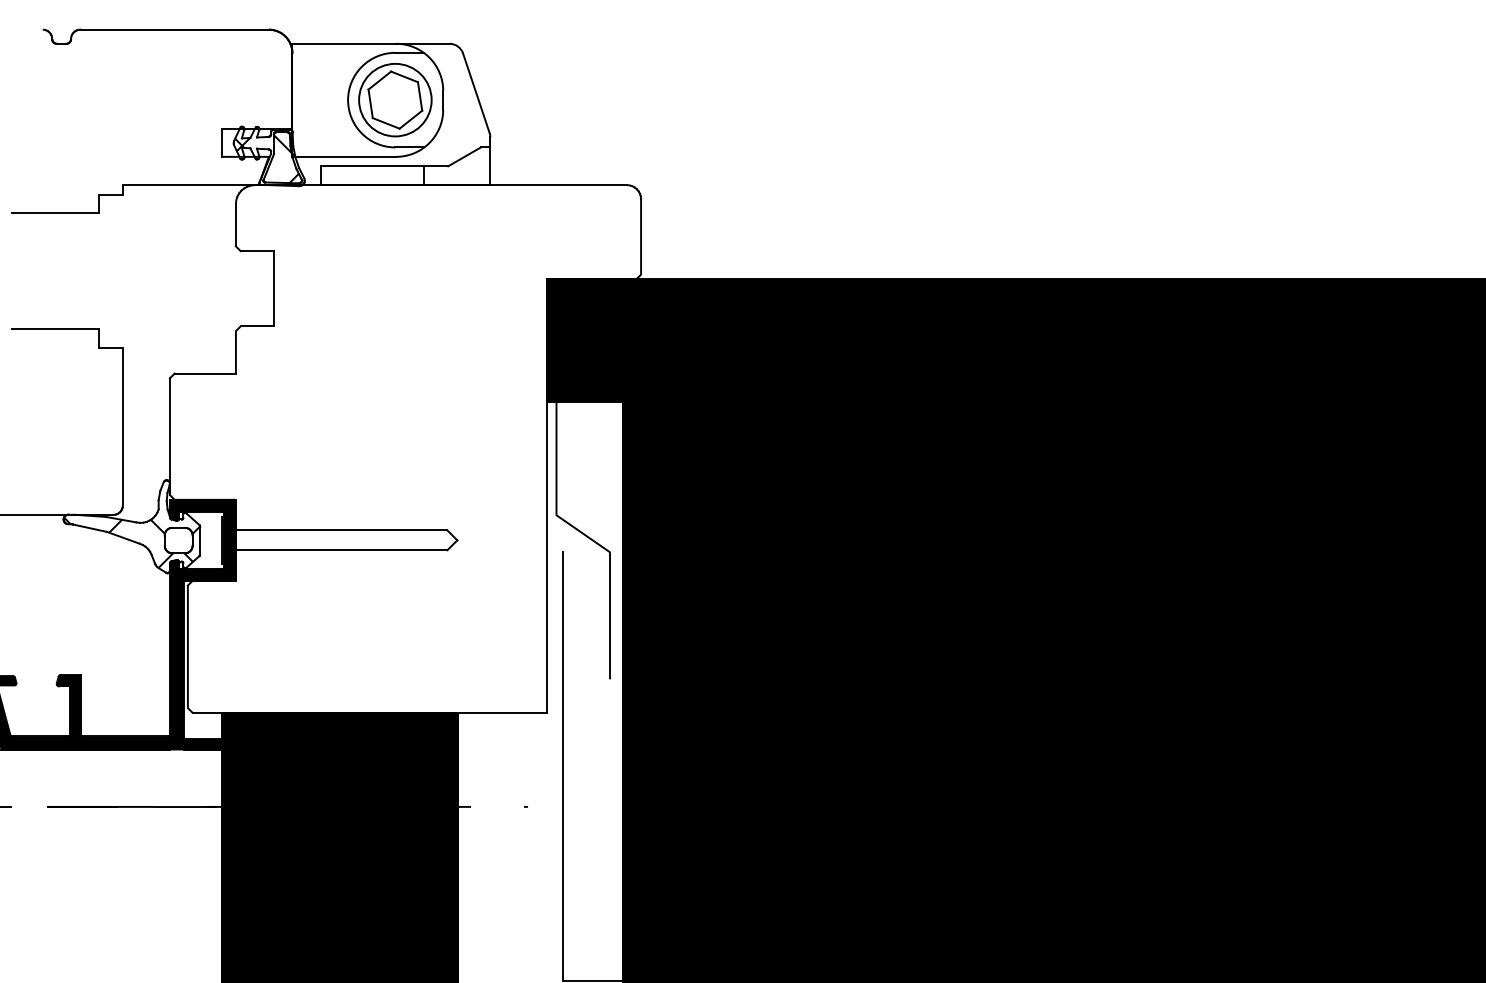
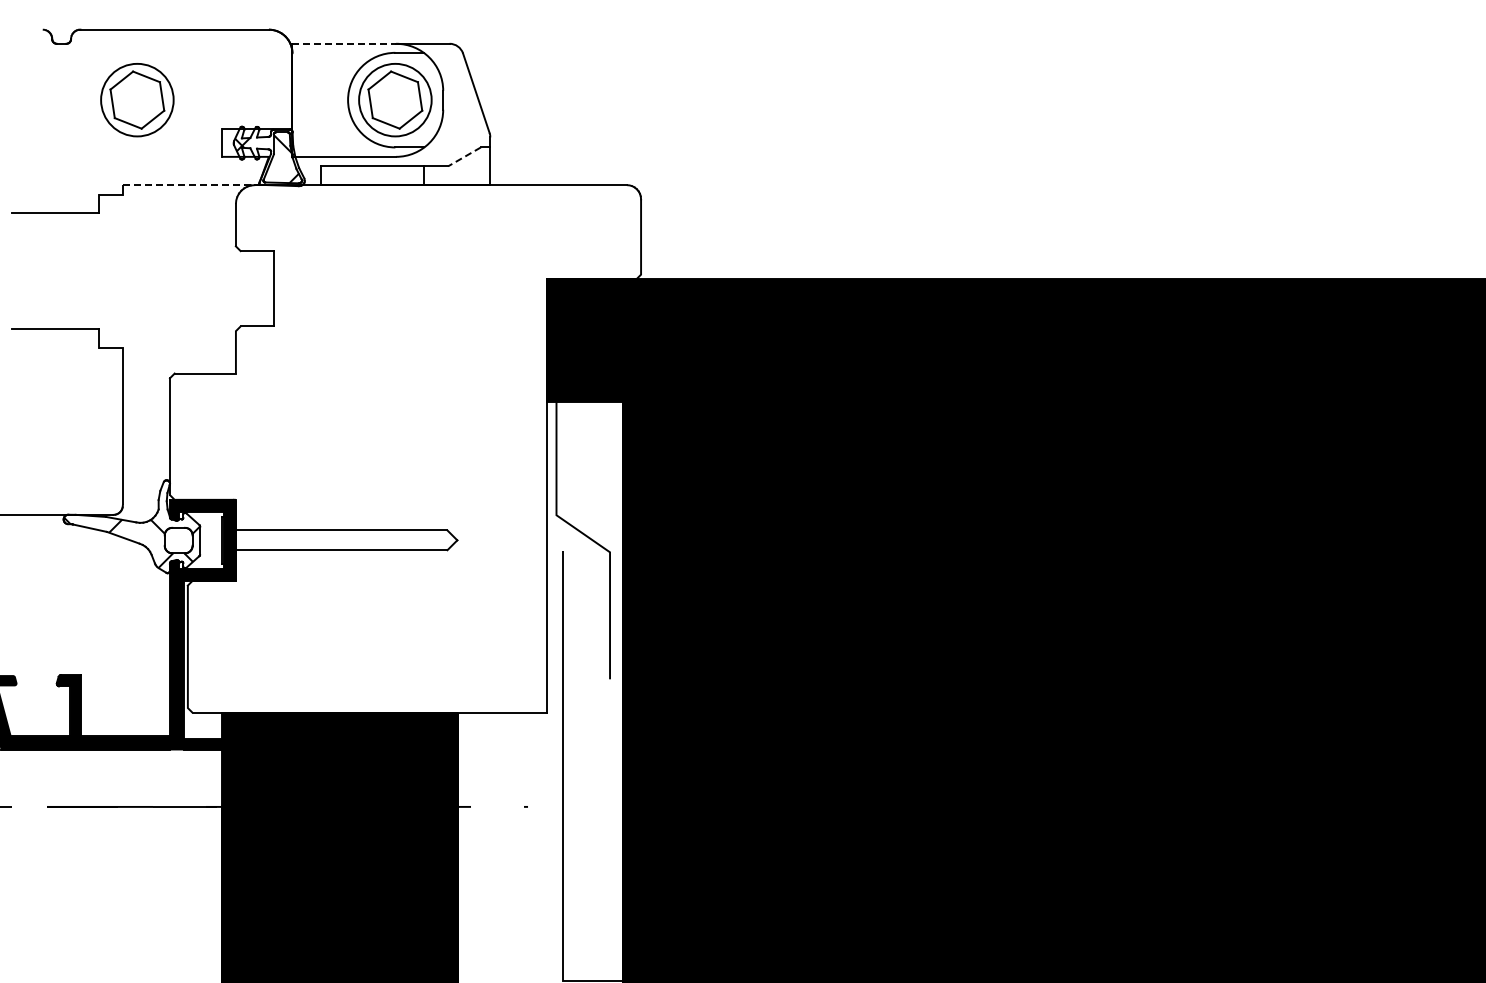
line at (344, 43): solid -> dashed
part at (137, 100): none -> present
line at (464, 156): solid -> dashed
line at (190, 185): solid -> dashed
